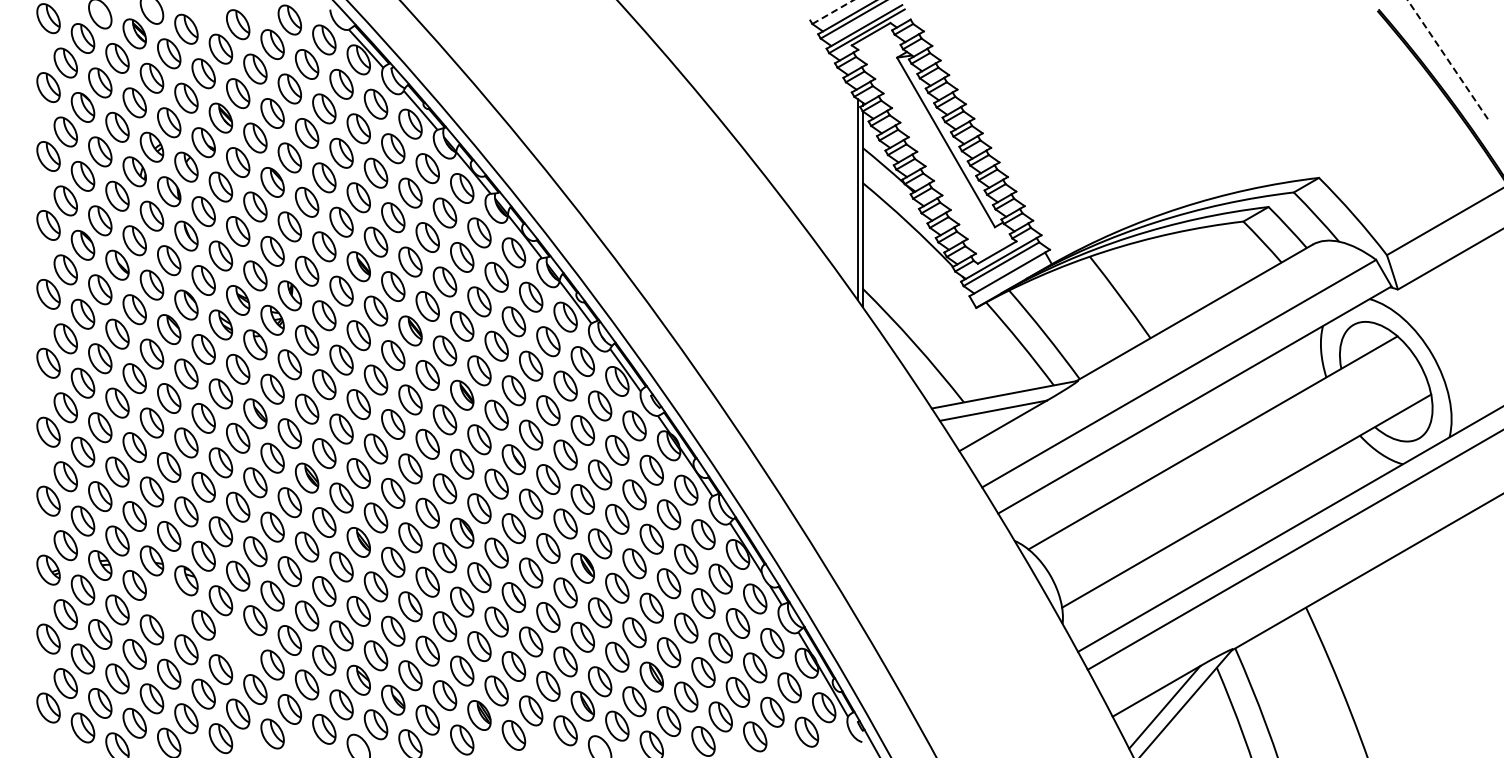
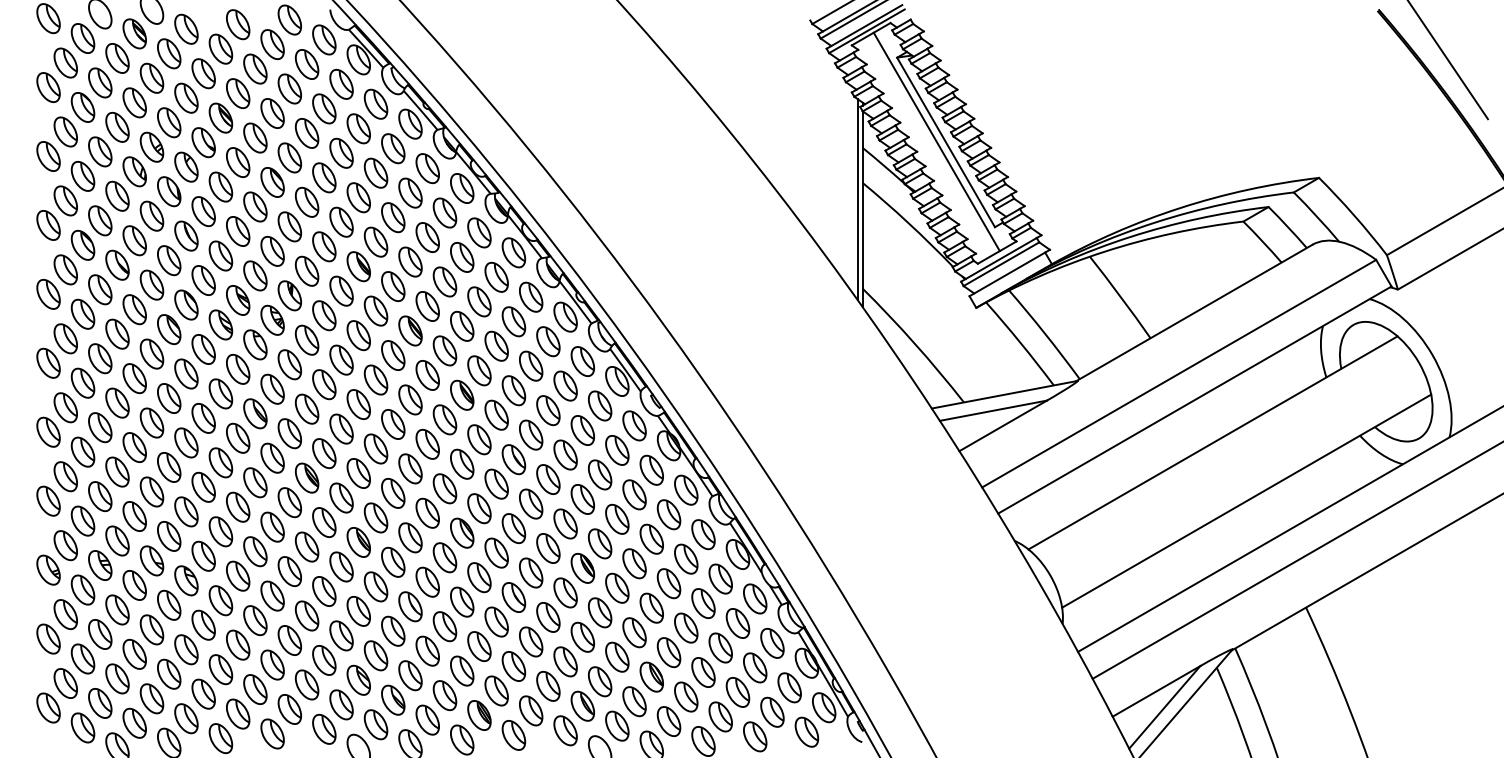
line at (832, 12): dashed -> solid
line at (1448, 60): dashed -> solid
line at (936, 141): none -> present
line at (1293, 550) position: (1293, 550) -> (1296, 560)
part at (169, 604): none -> present
part at (238, 644): none -> present
